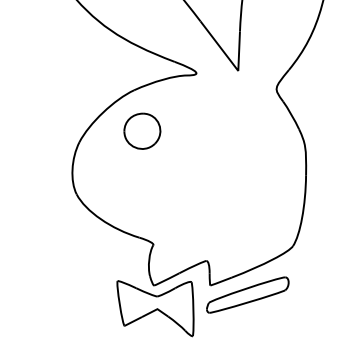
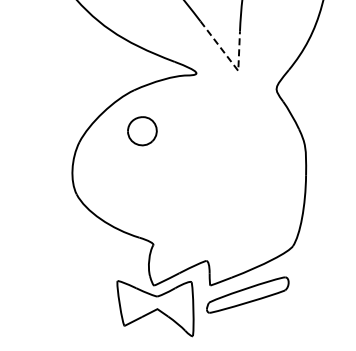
line at (231, 62): solid -> dashed
part at (142, 130) size: 39x38 px -> 31x31 px
